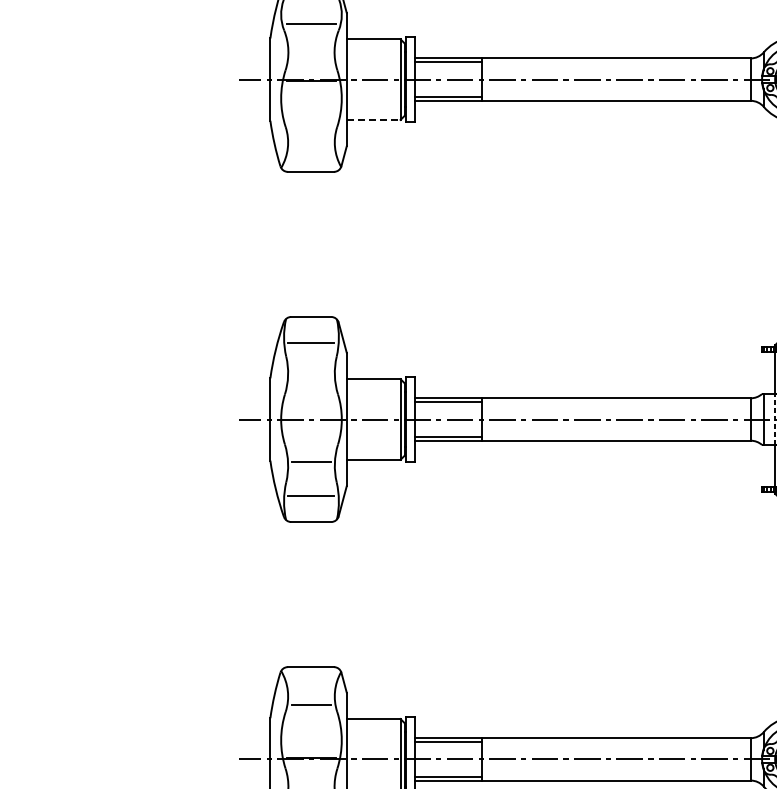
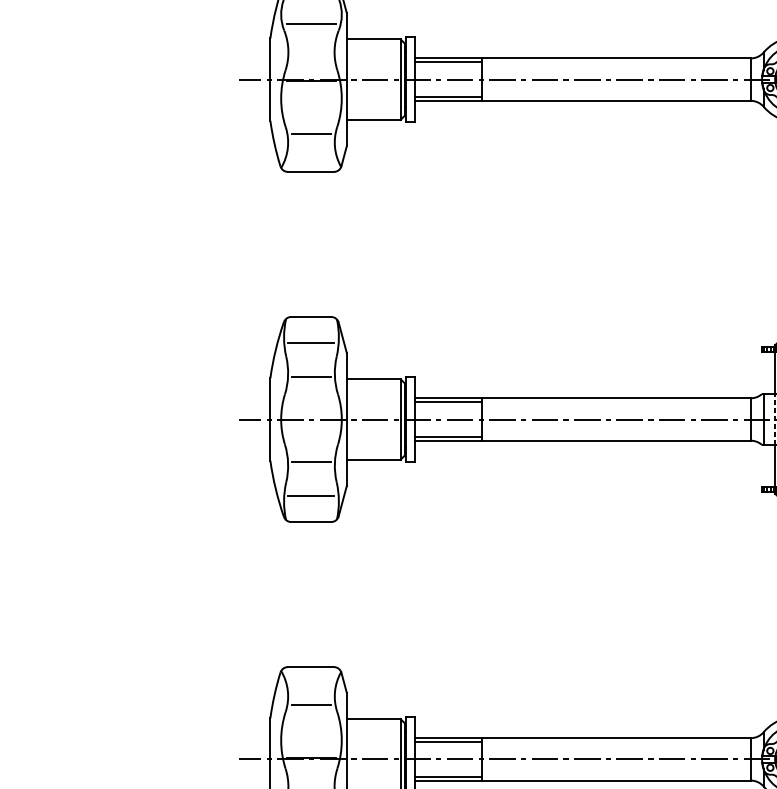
line at (373, 119): dashed -> solid
line at (311, 133): none -> present
line at (311, 377): none -> present
